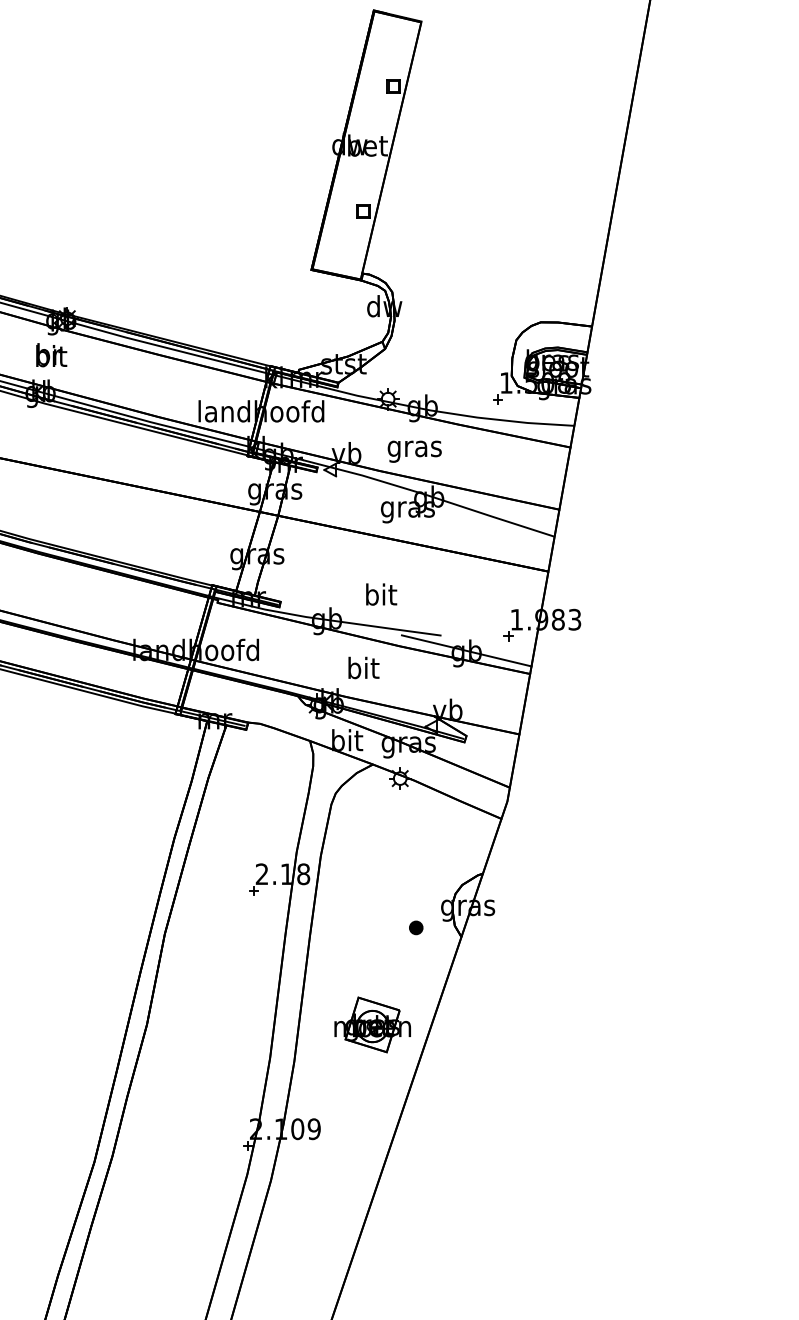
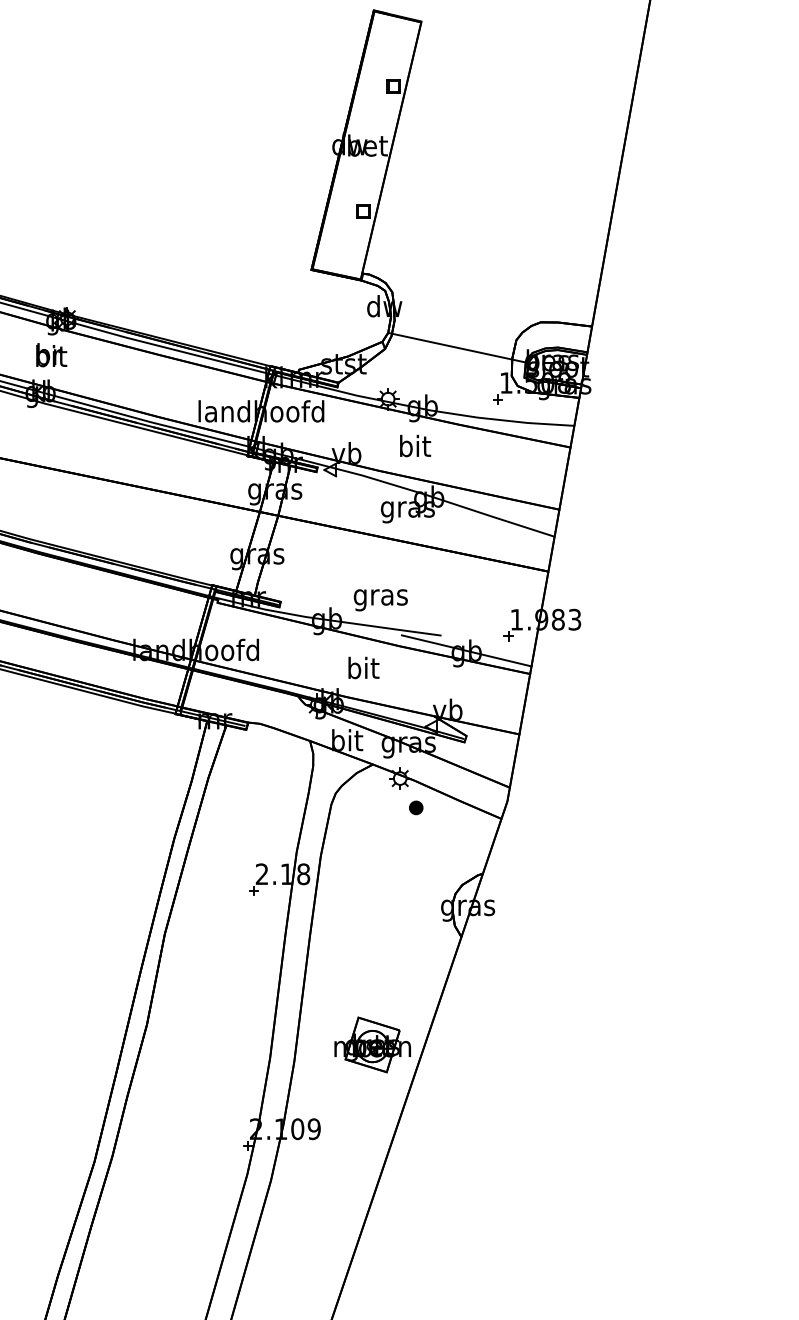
line at (458, 347): none -> present
text at (414, 448): gras -> bit
text at (380, 597): bit -> gras
part at (416, 927) position: (416, 927) -> (416, 807)
part at (372, 1024) position: (372, 1024) -> (372, 1044)
